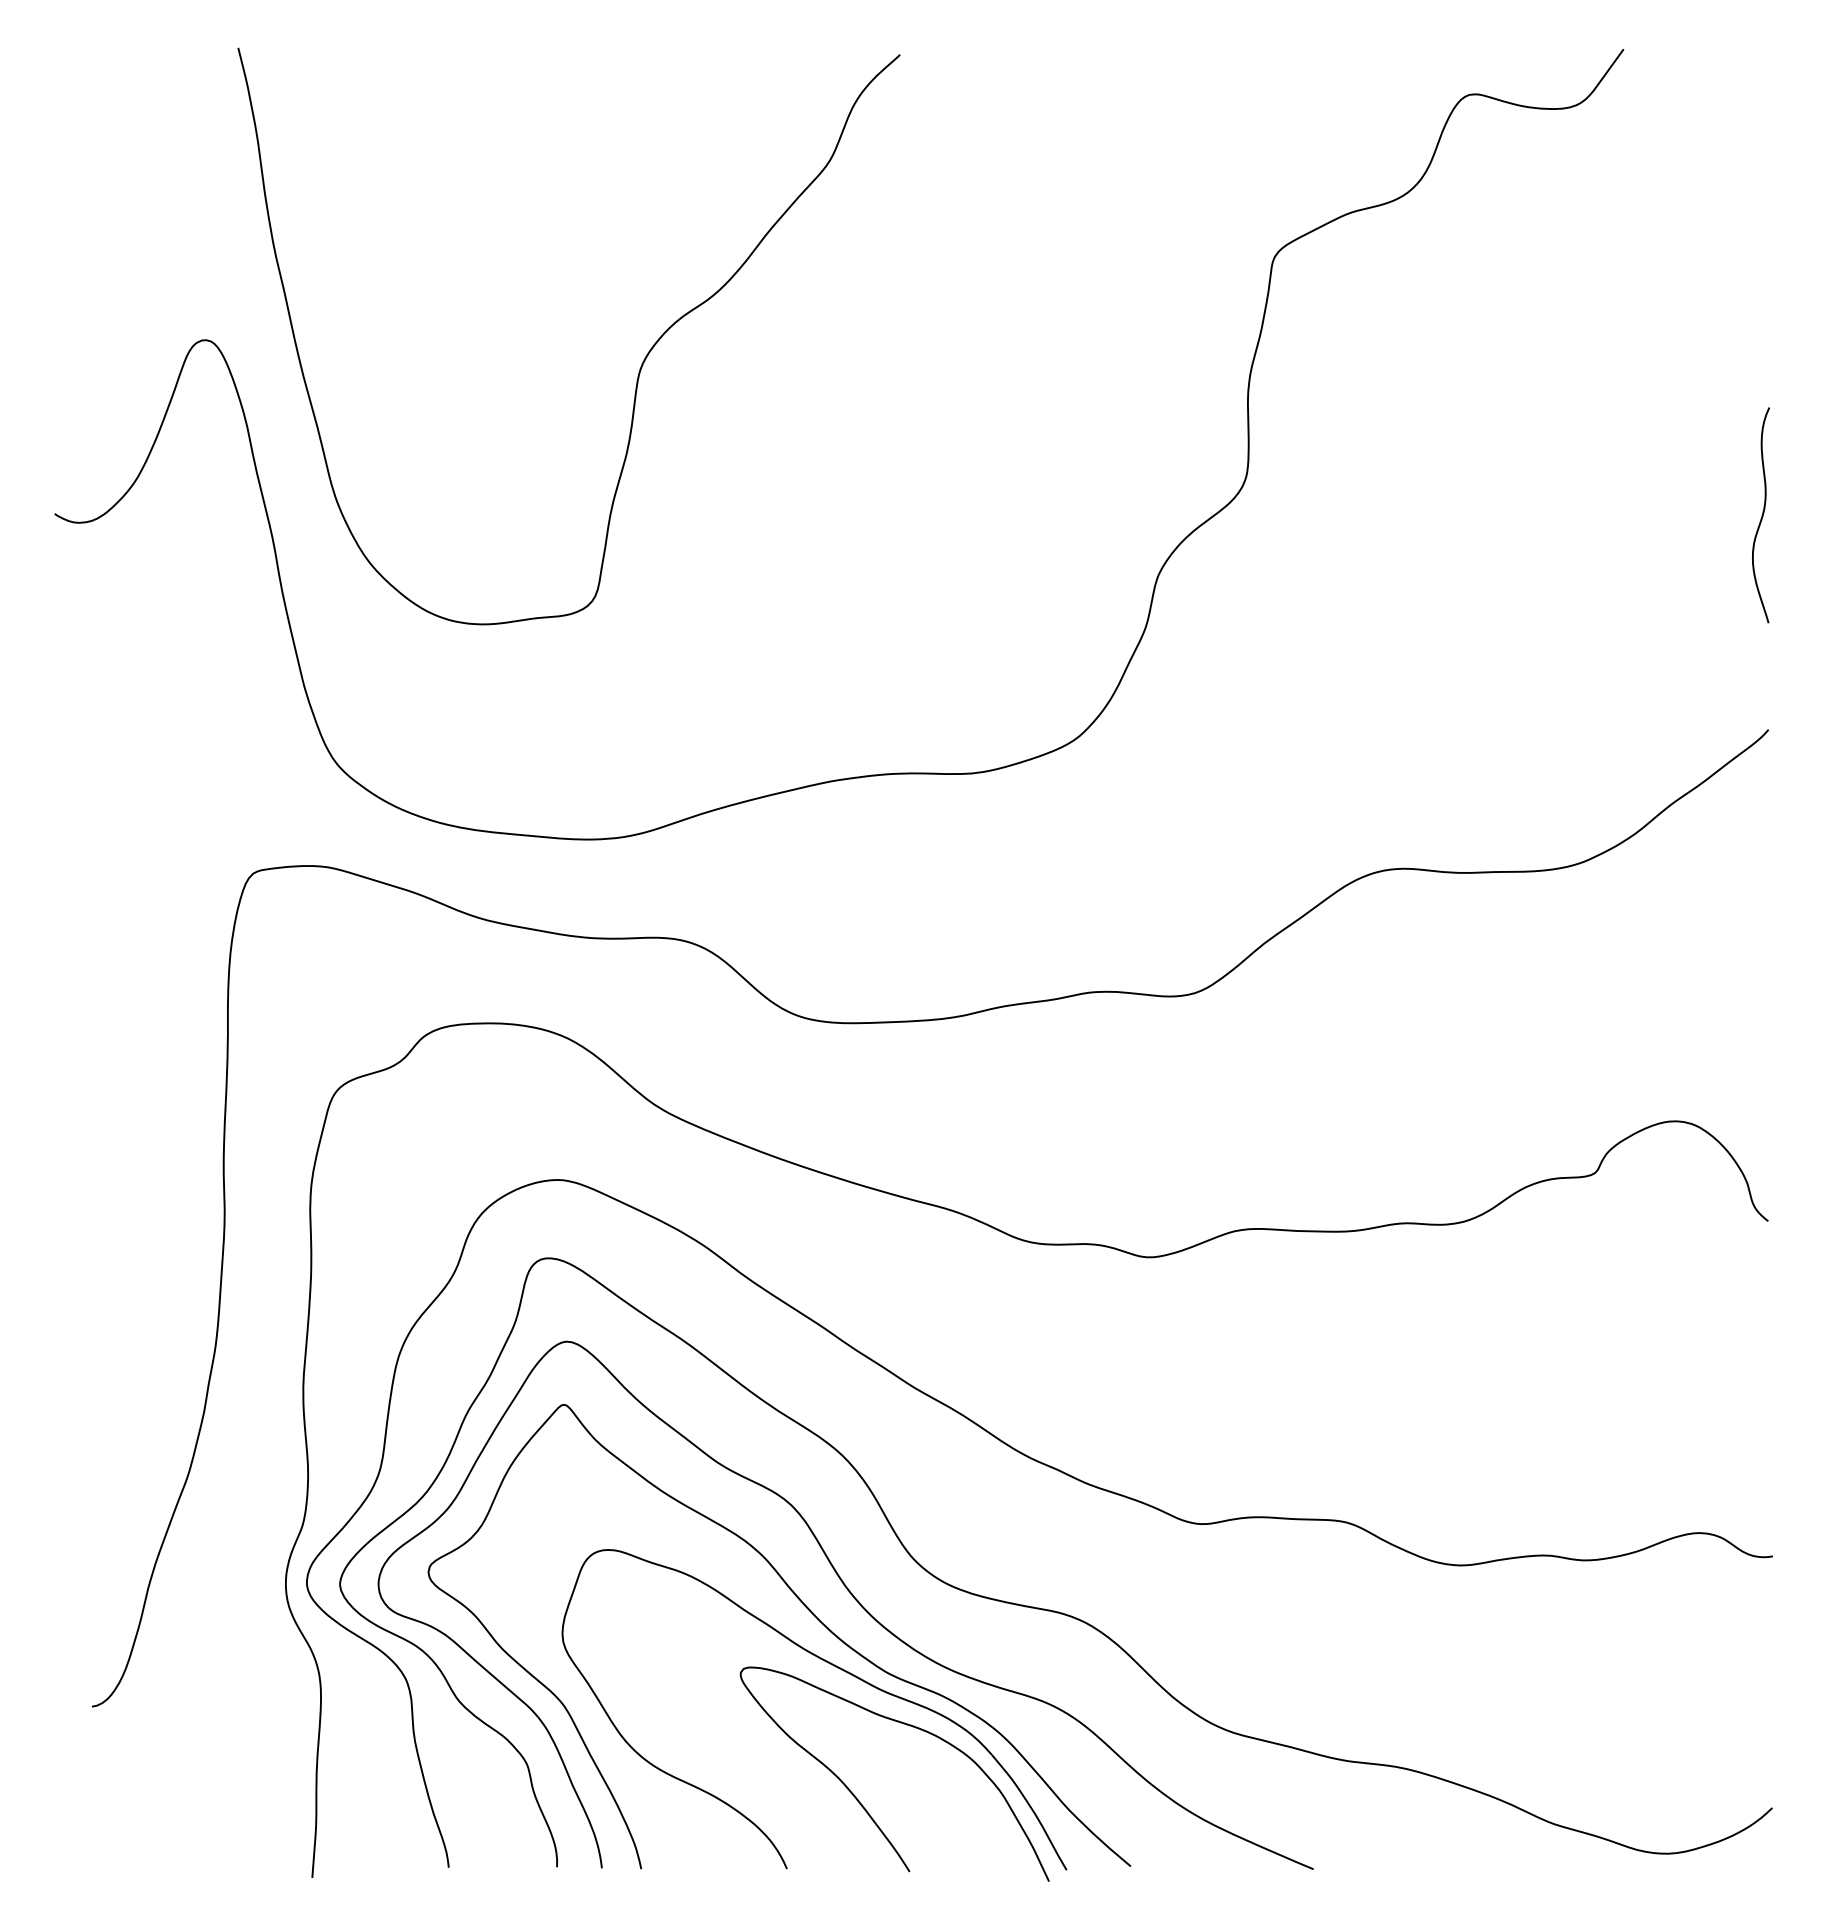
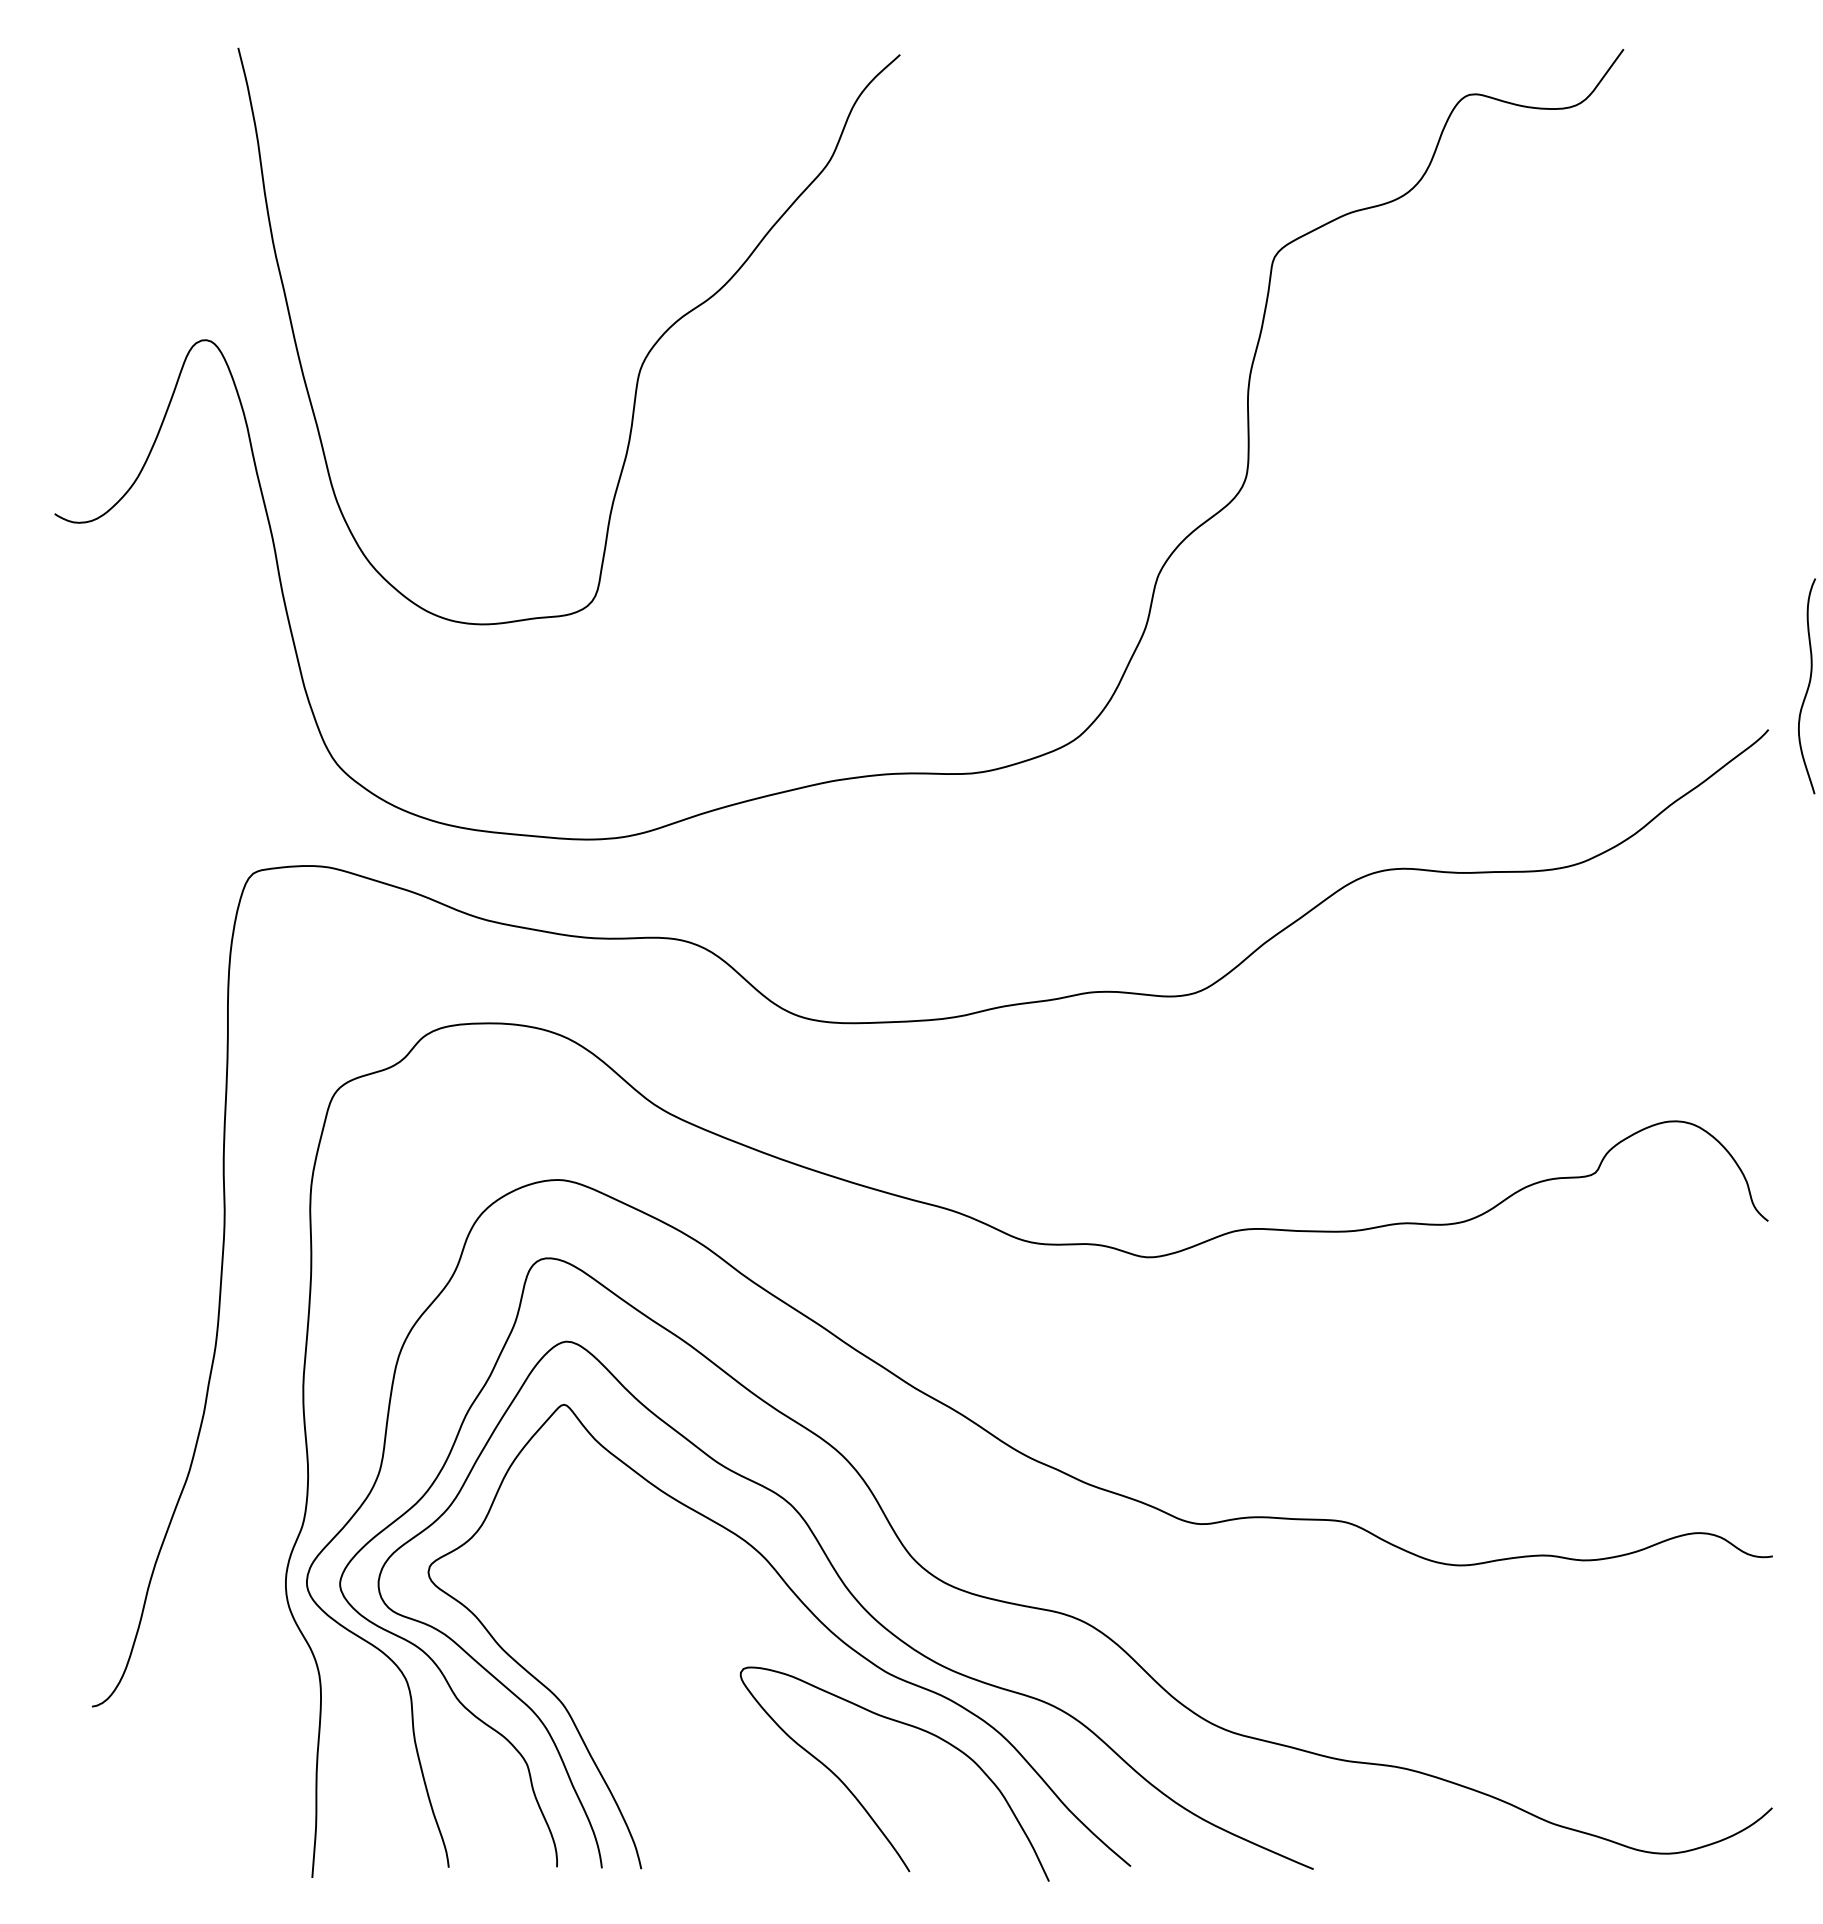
curve at (1761, 515) position: (1761, 515) -> (1807, 686)
part at (835, 1667): present -> none
